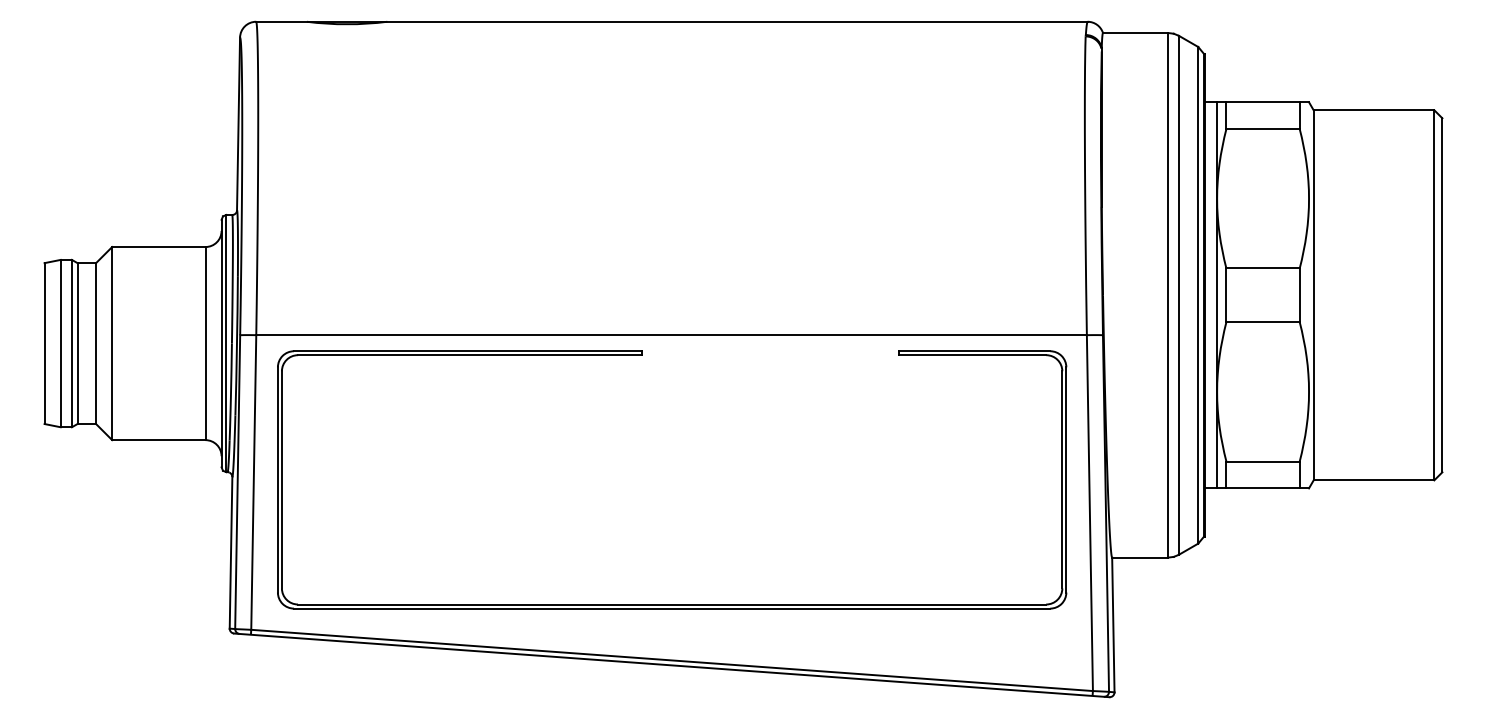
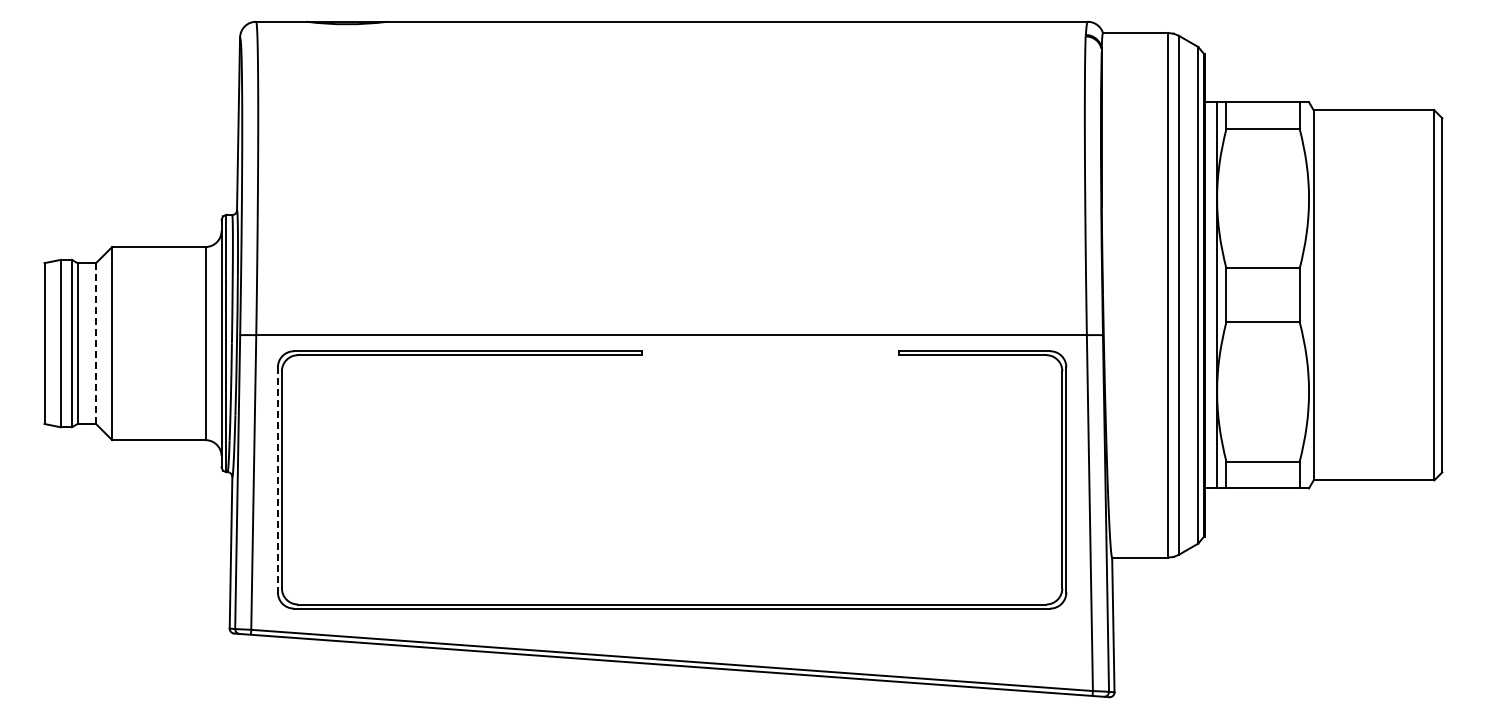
line at (96, 344): solid -> dashed
line at (277, 479): solid -> dashed
